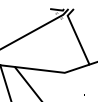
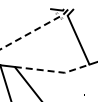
line at (36, 29): solid -> dashed
line at (54, 71): solid -> dashed
